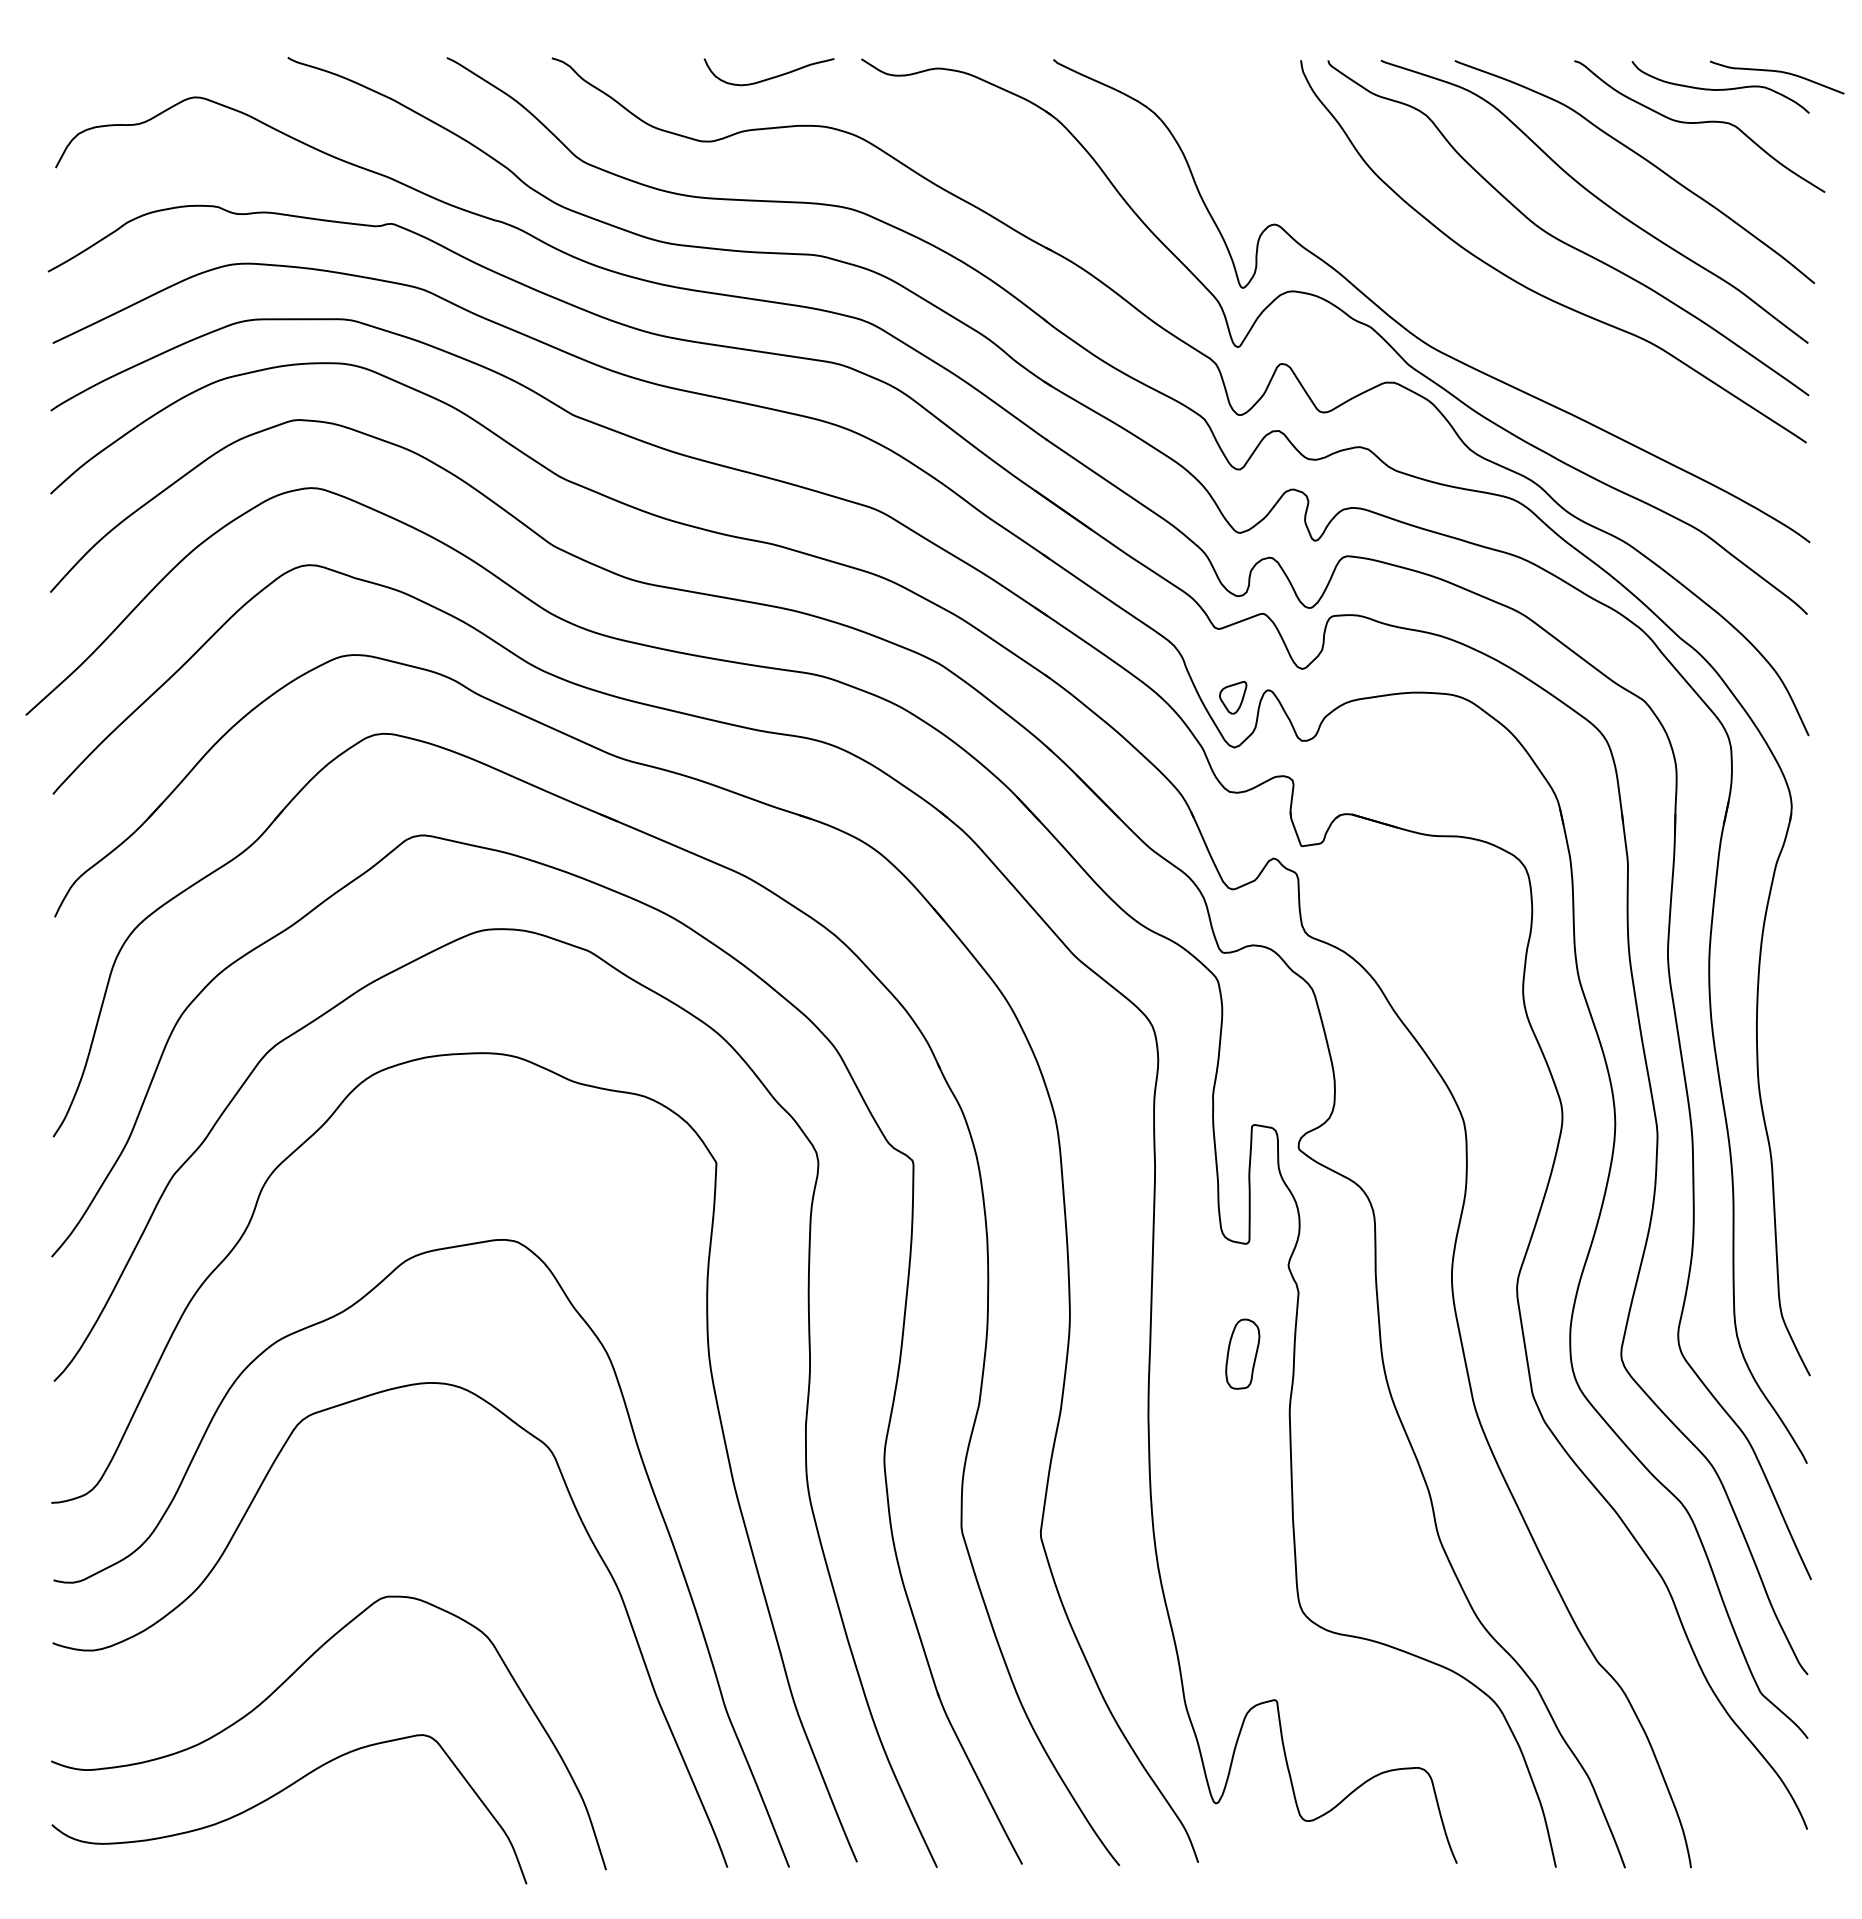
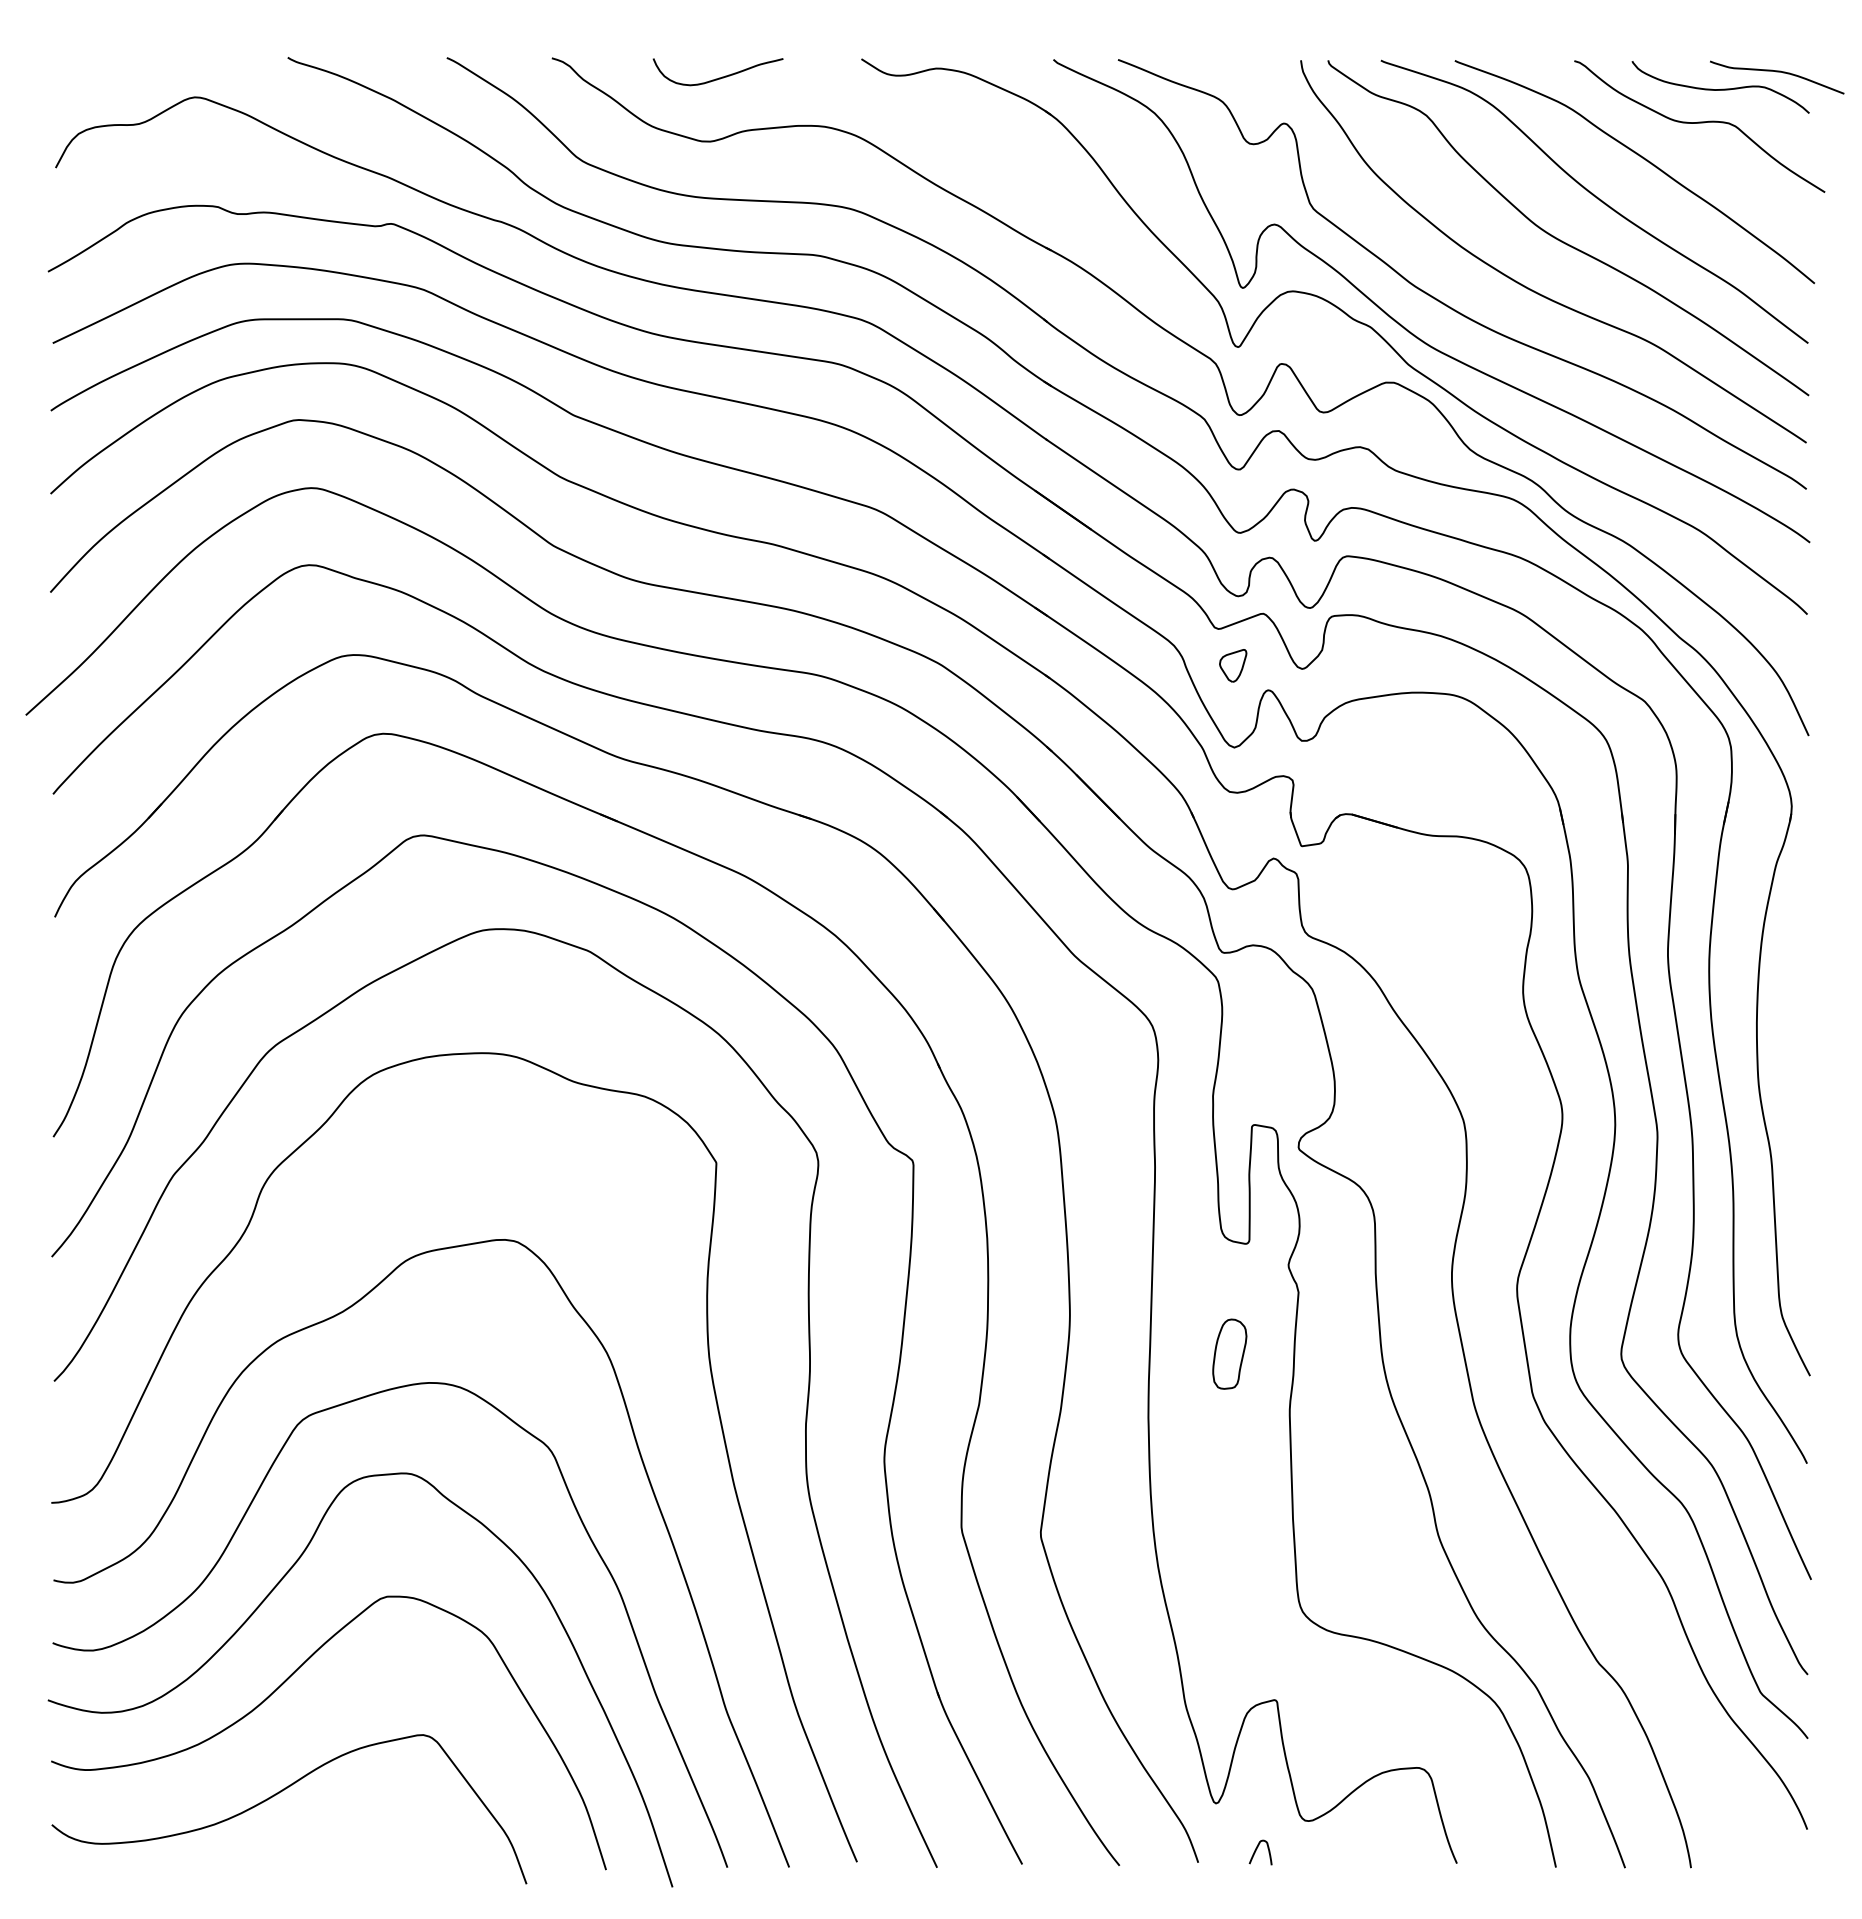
curve at (770, 77) position: (770, 77) -> (719, 77)
curve at (1445, 303): none -> present
part at (1233, 697) position: (1233, 697) -> (1233, 665)
part at (1242, 1353) position: (1242, 1353) -> (1229, 1353)
curve at (265, 1600): none -> present
curve at (1256, 1851): none -> present
